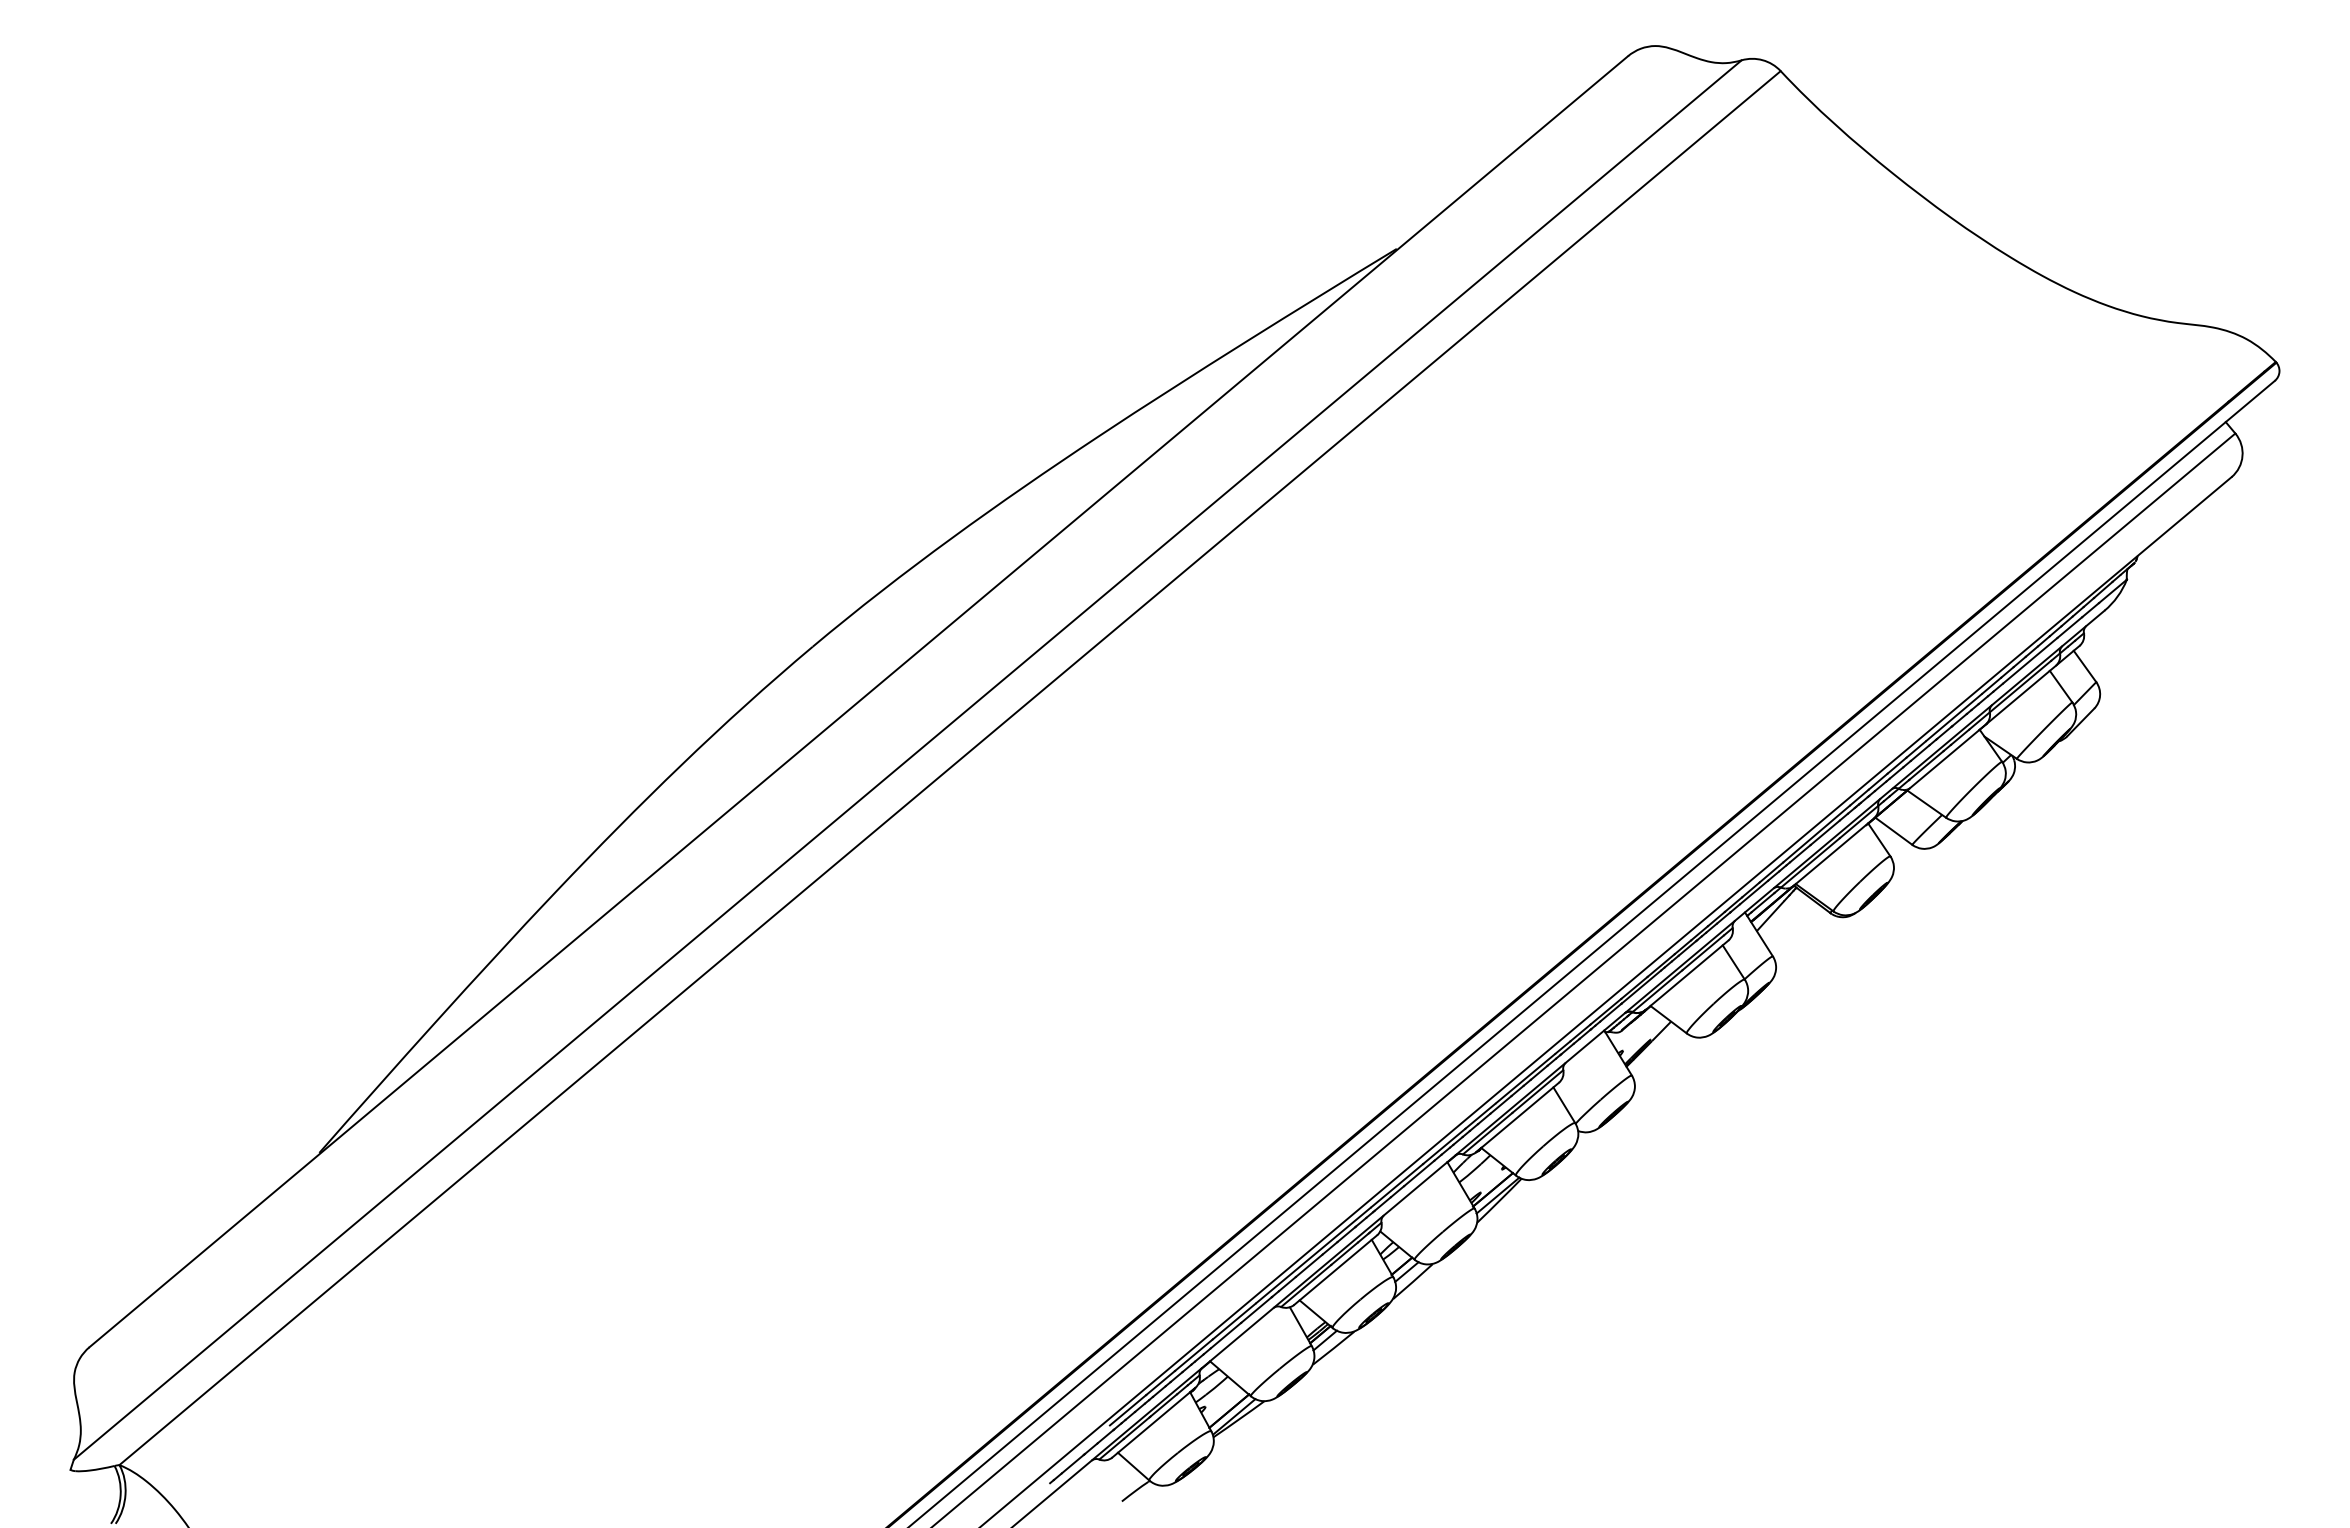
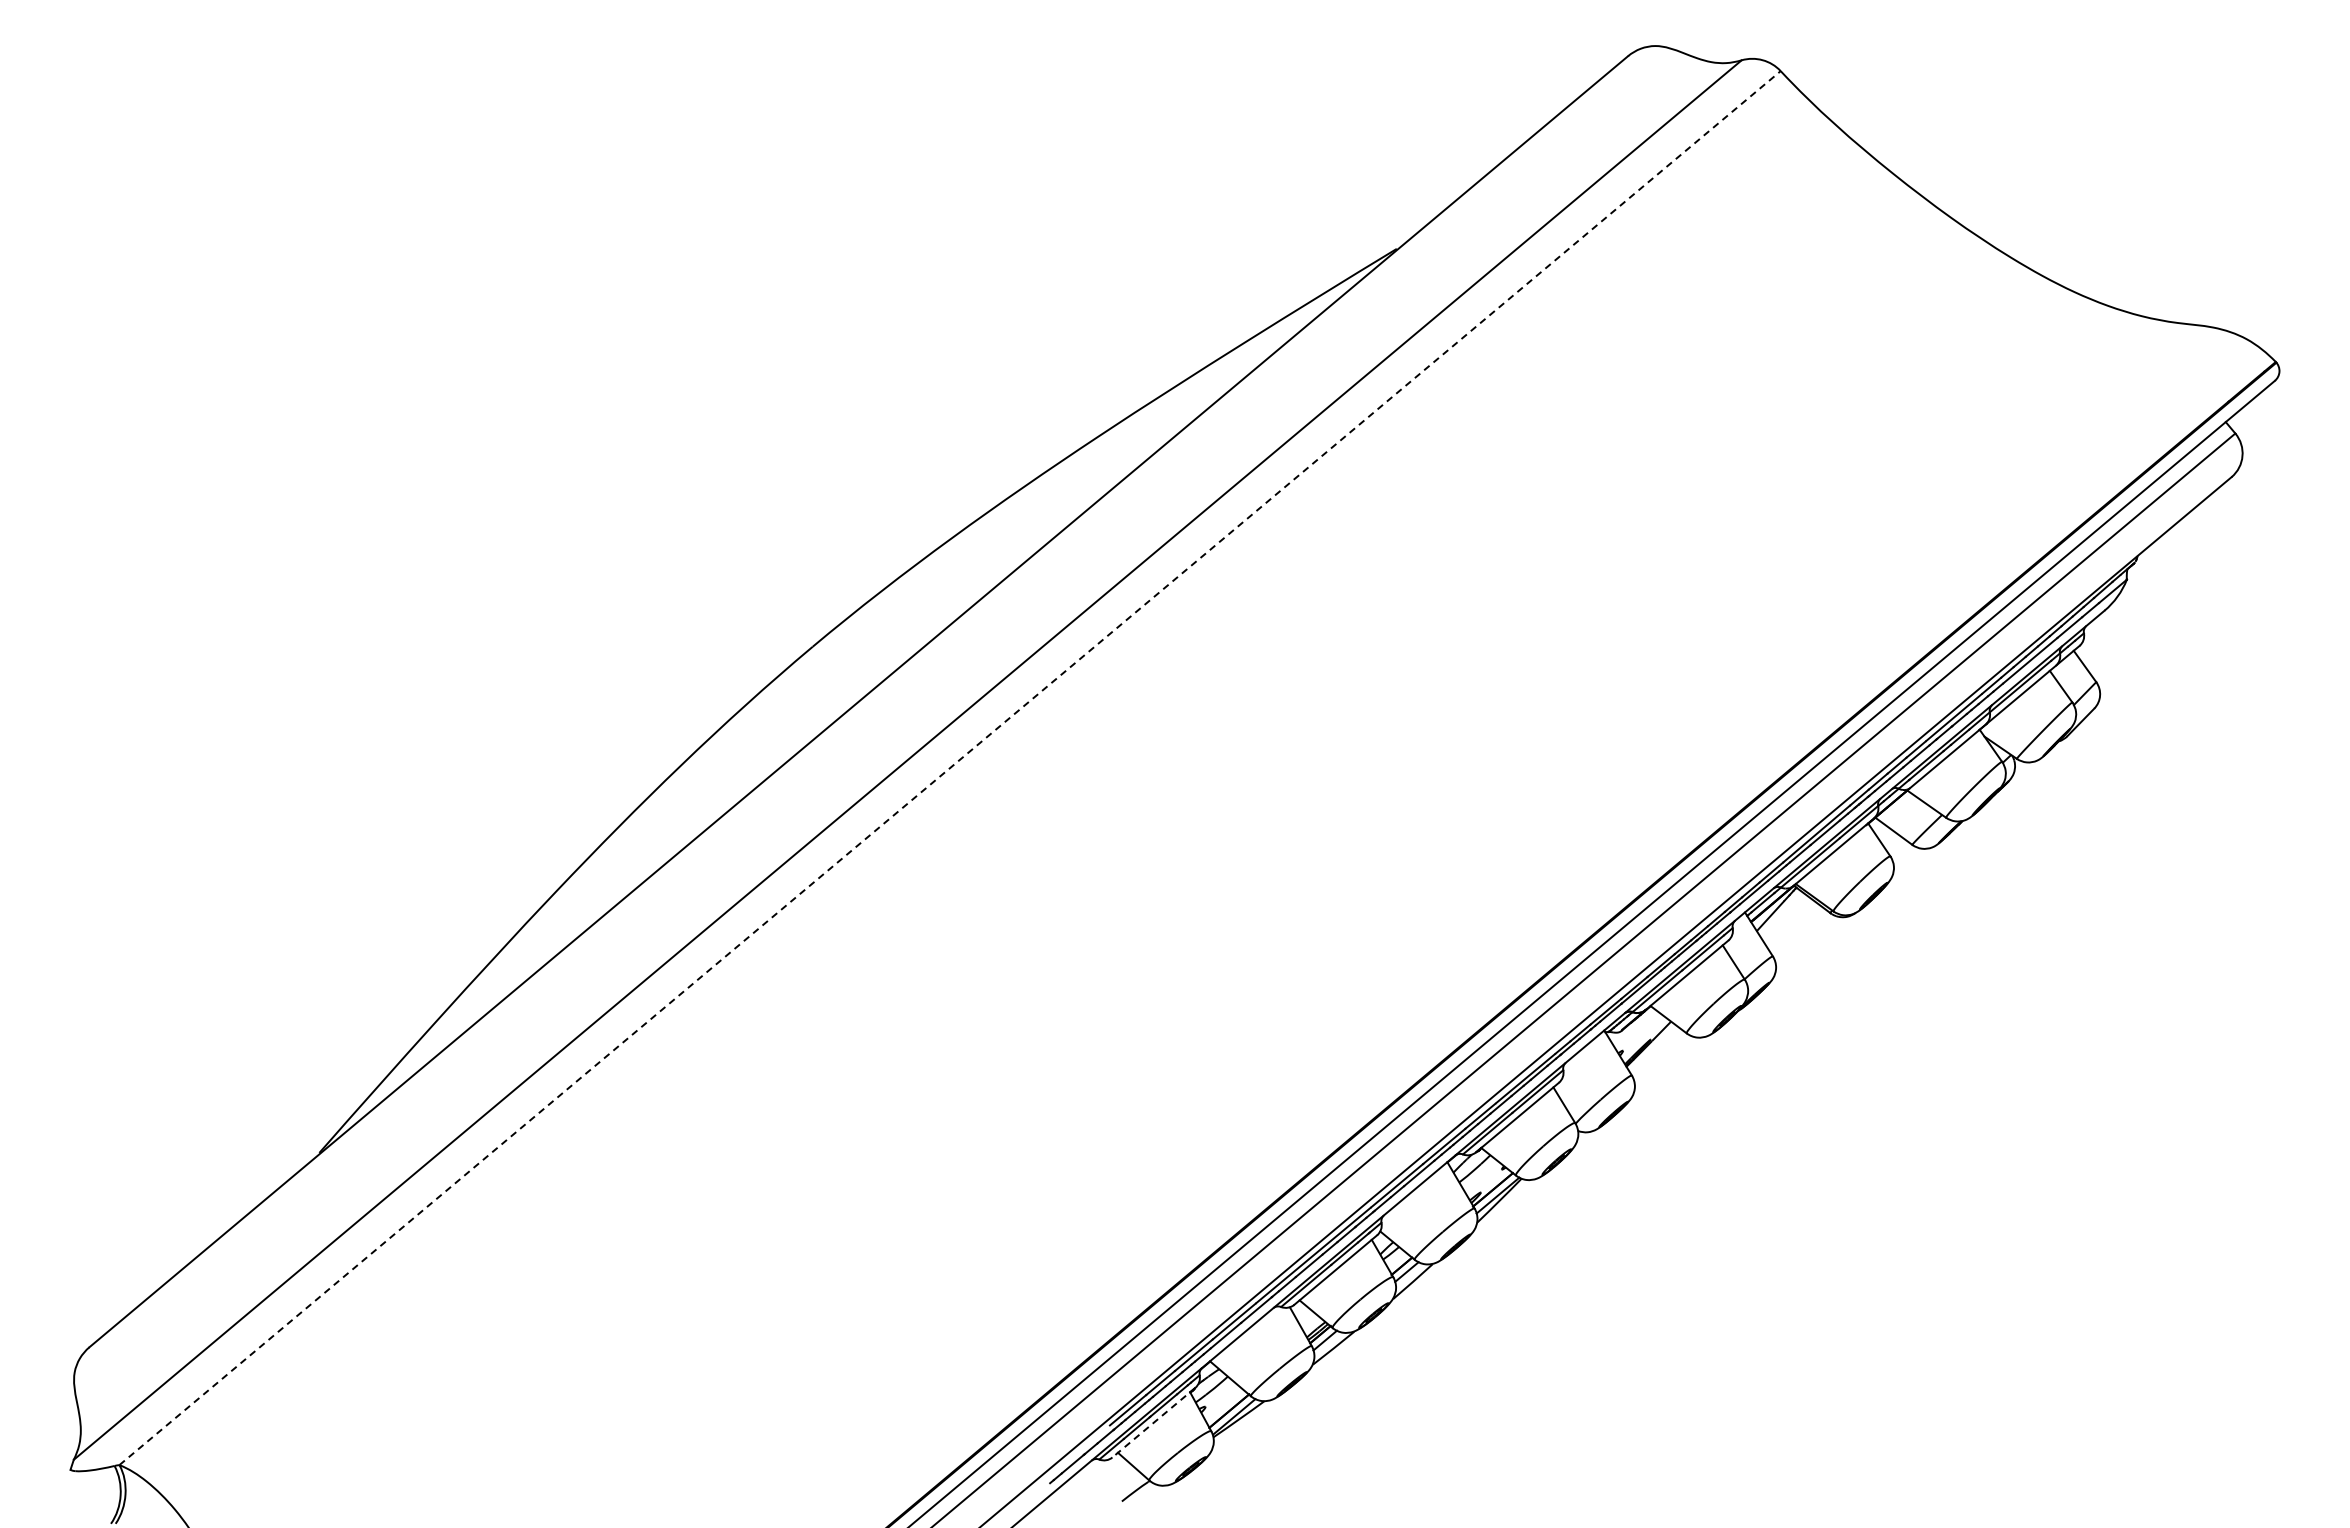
line at (950, 767): solid -> dashed
line at (1153, 1422): solid -> dashed
